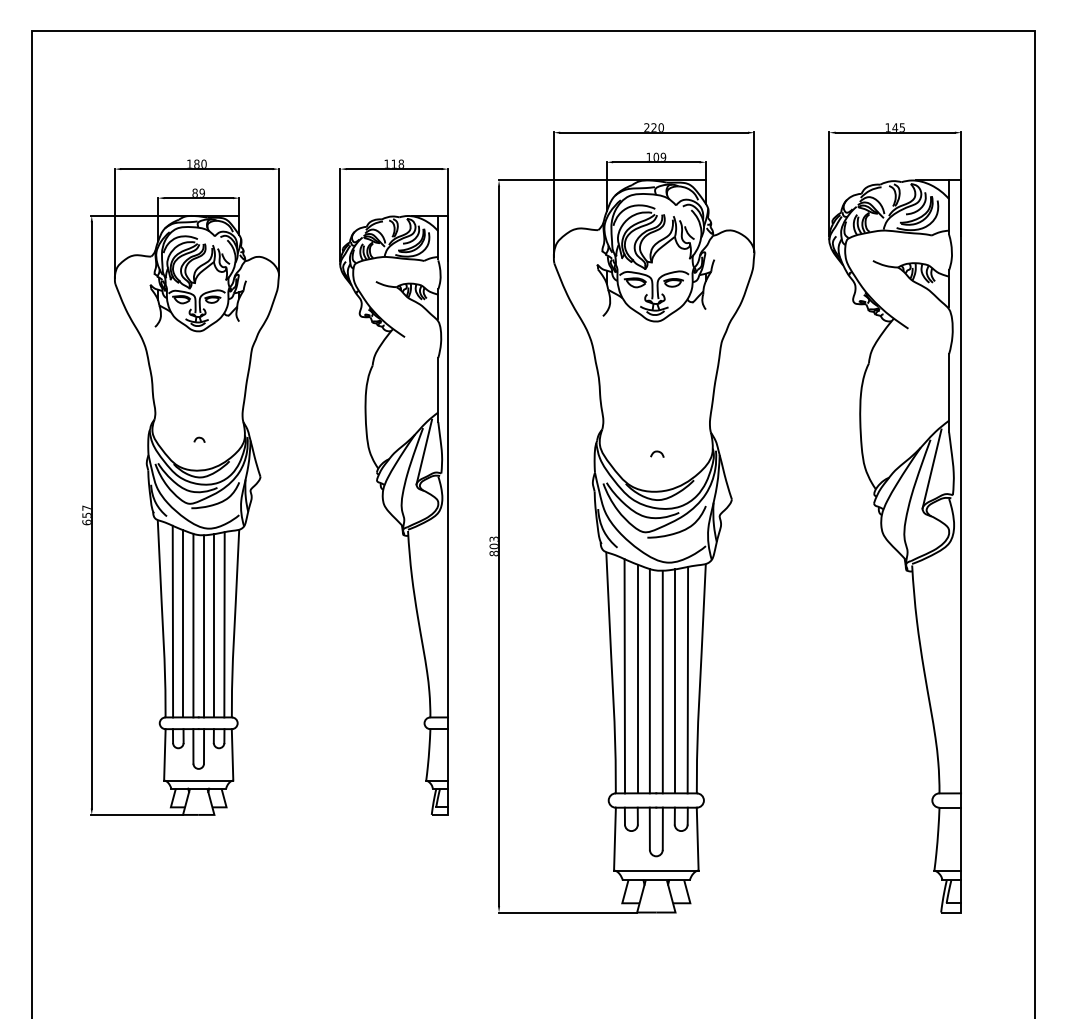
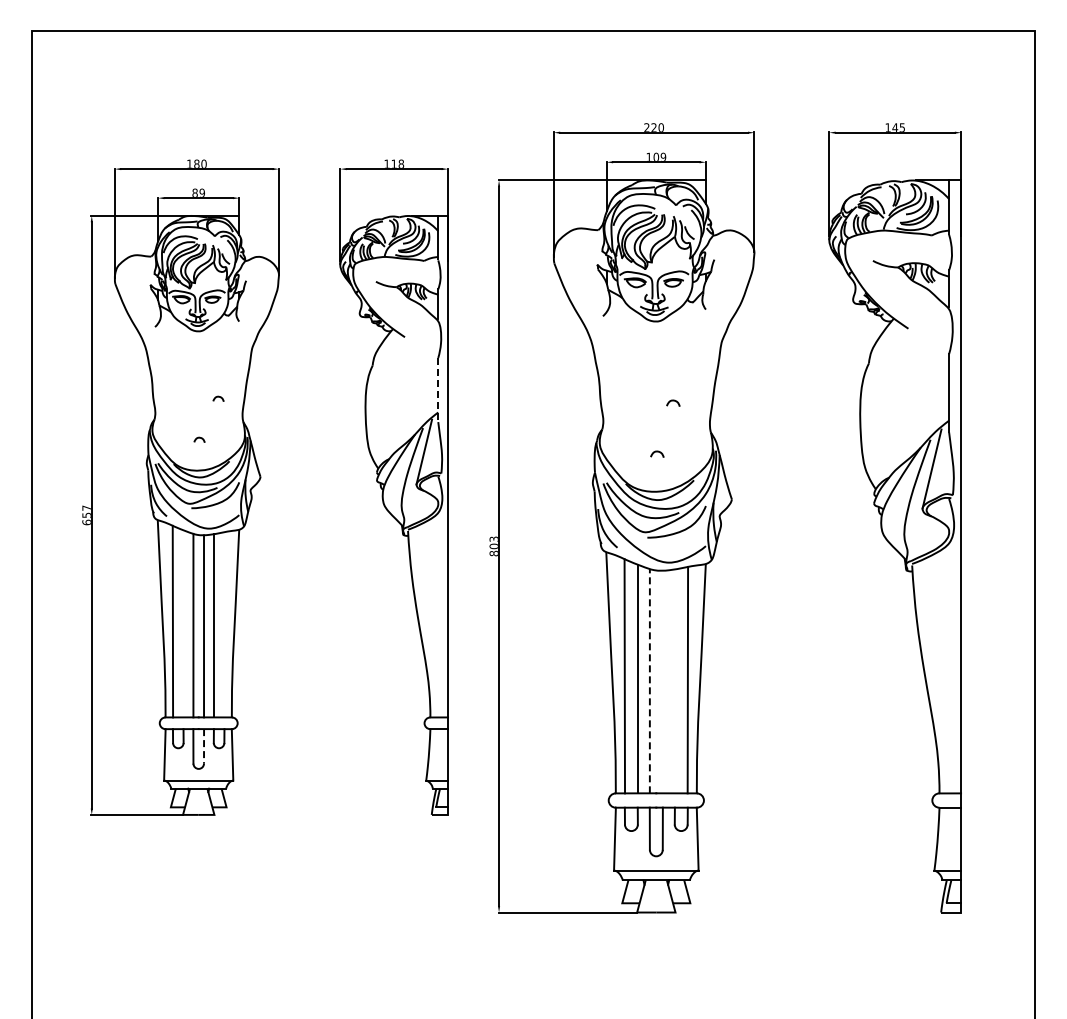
line at (438, 390): solid -> dashed
curve at (218, 397): none -> present
curve at (673, 401): none -> present
line at (183, 623): present -> none
line at (224, 624): present -> none
line at (649, 680): solid -> dashed
line at (662, 681): present -> none
line at (675, 681): present -> none
line at (204, 746): solid -> dashed
